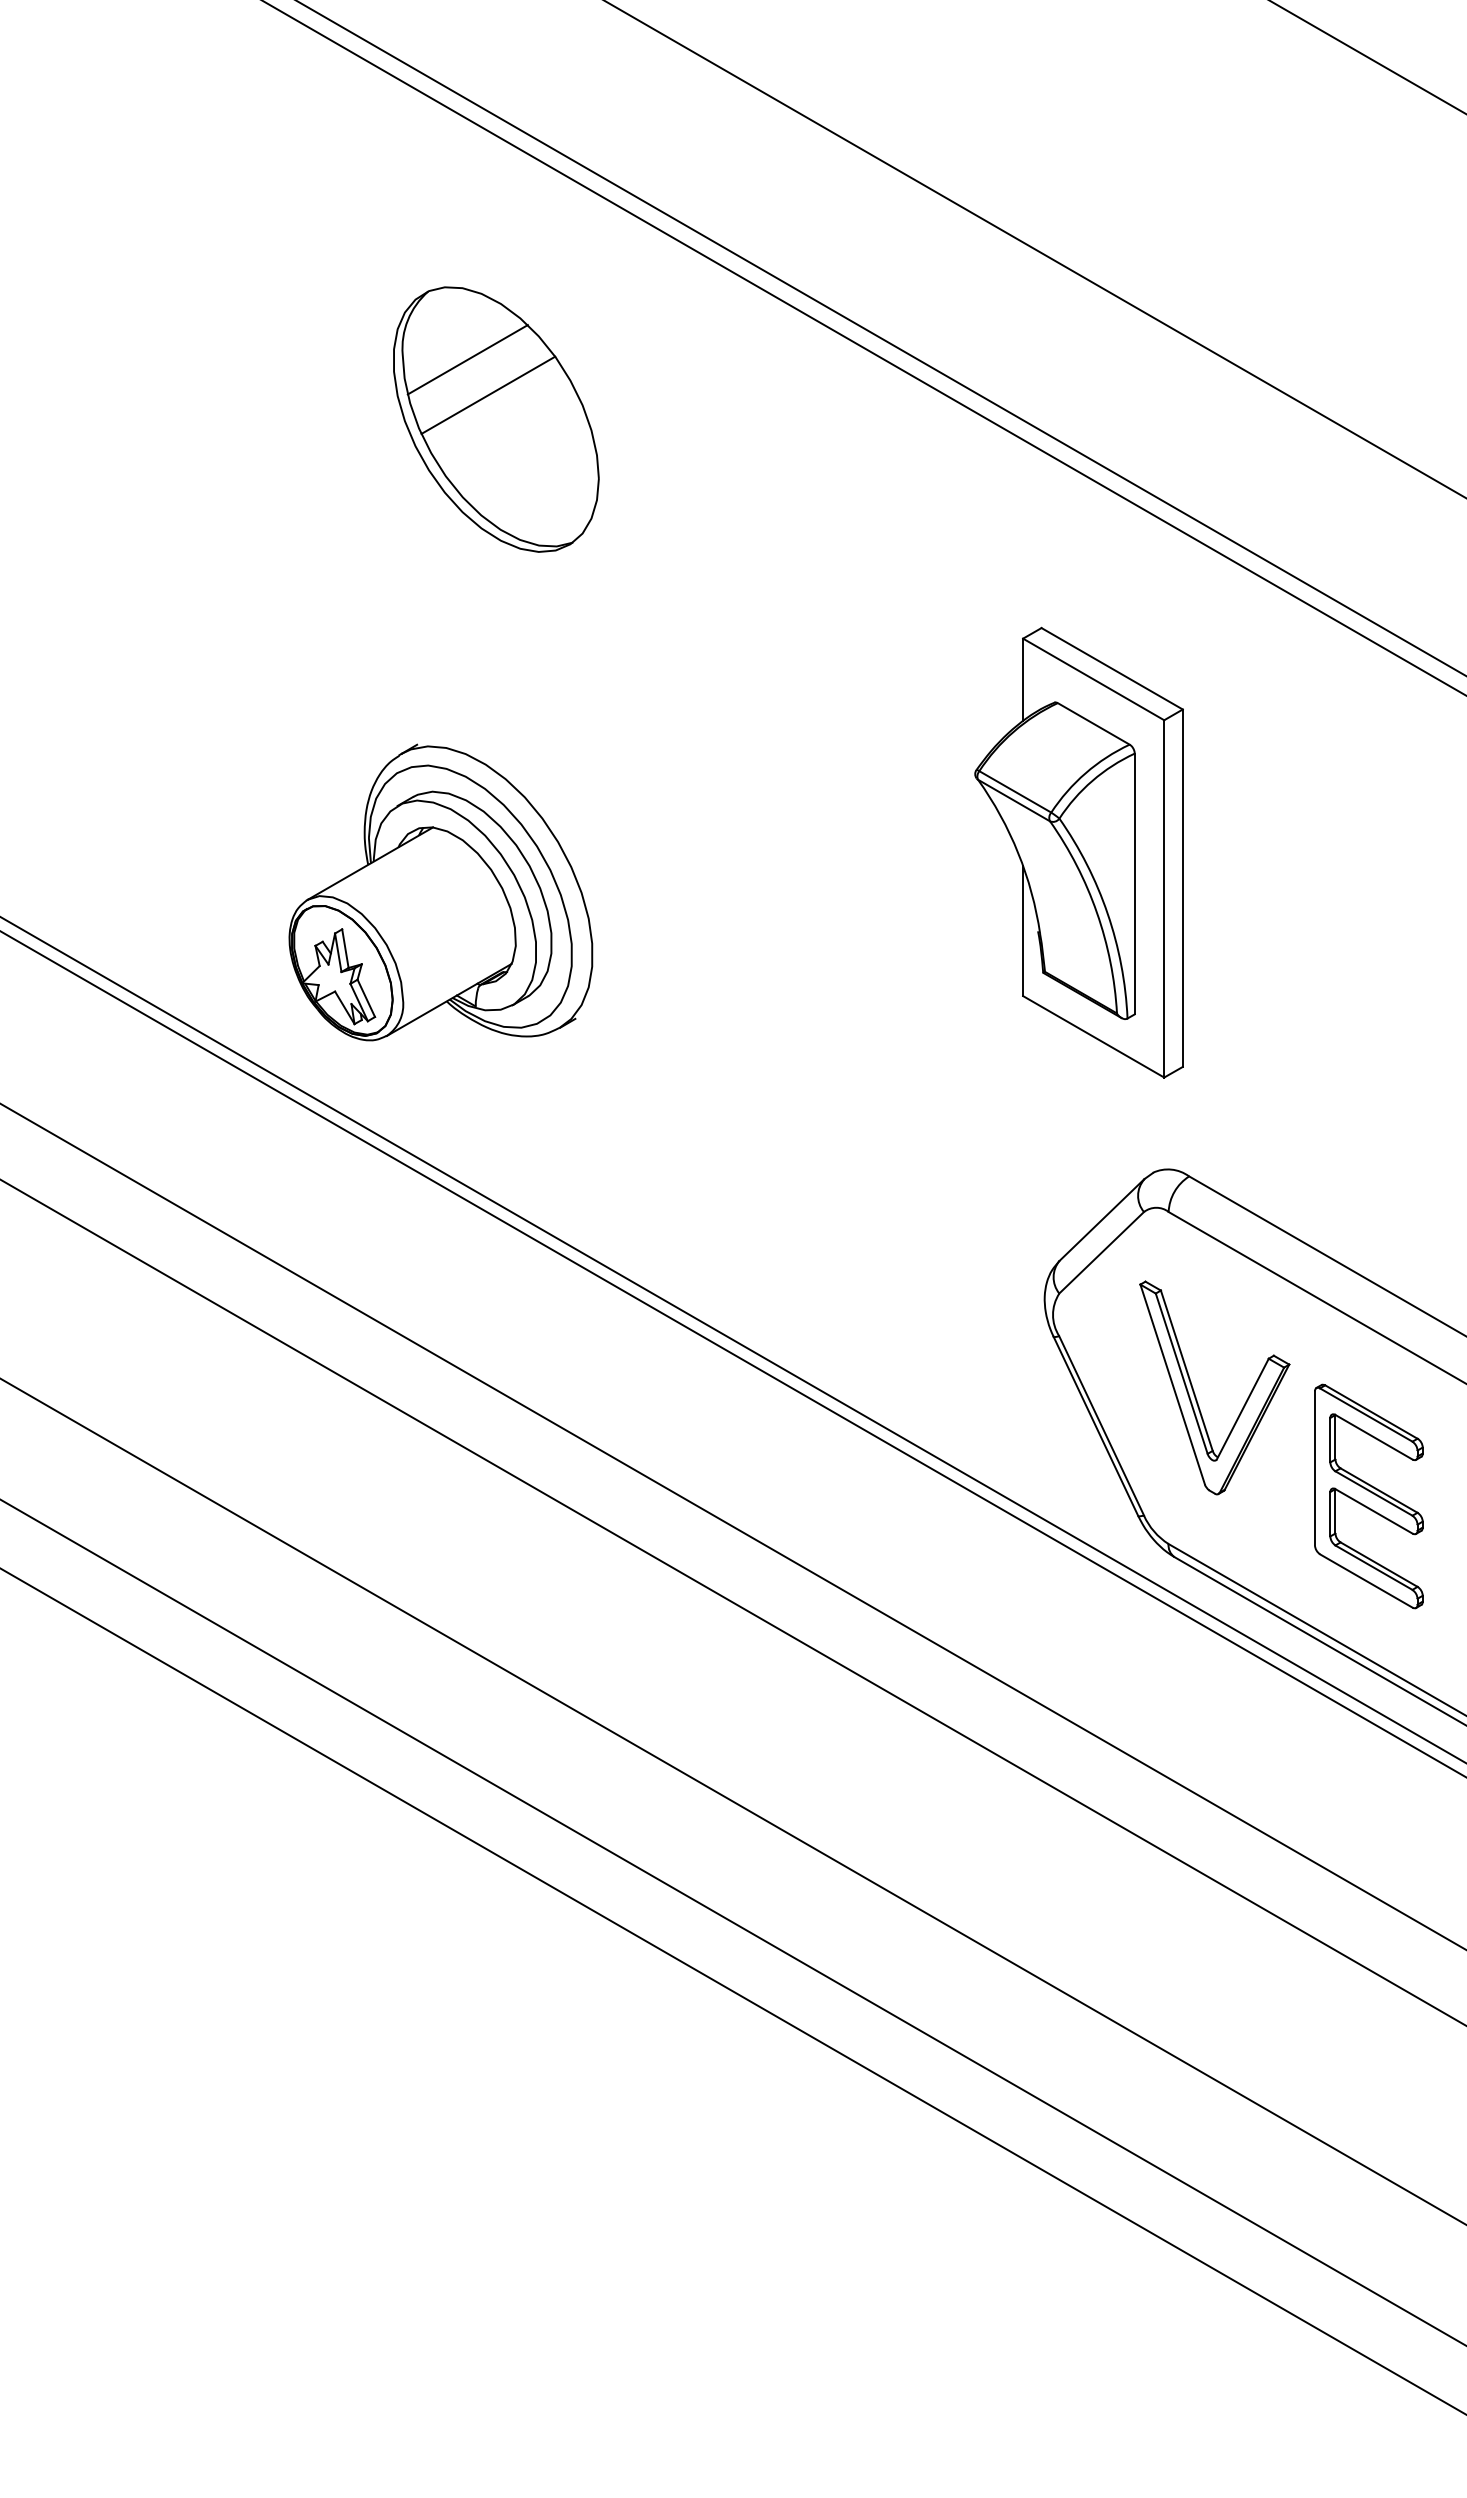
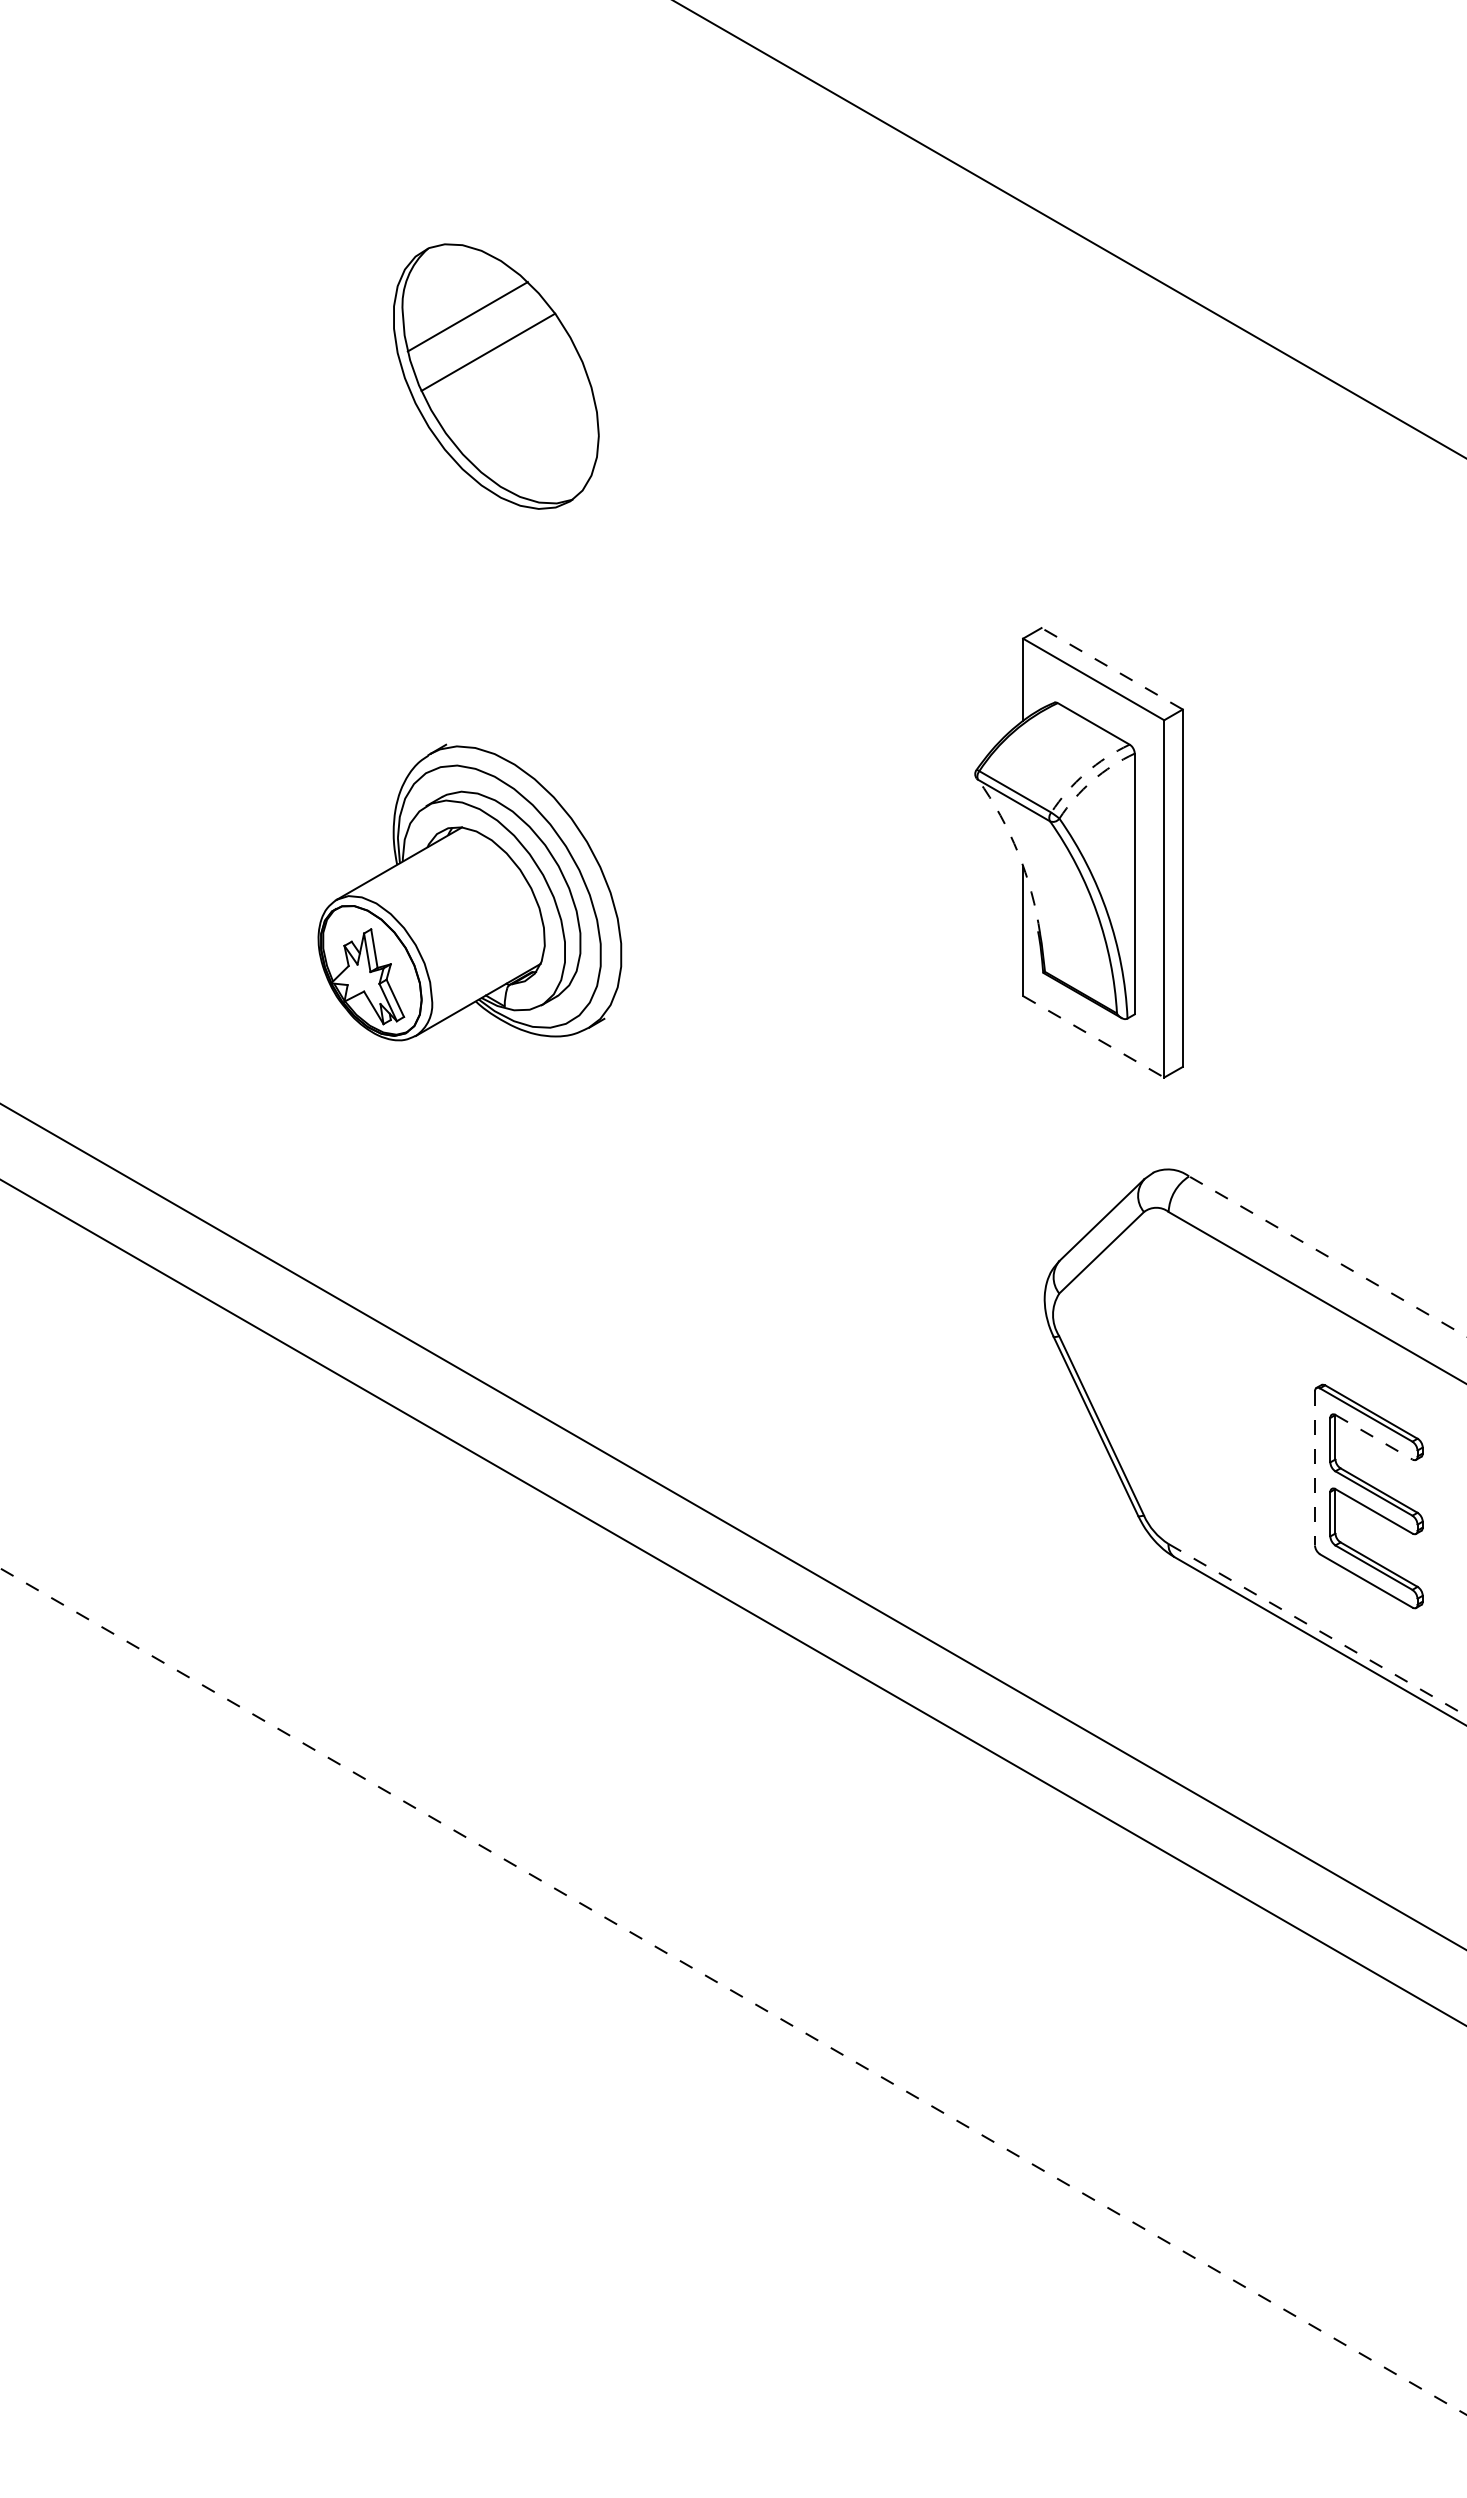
line at (1367, 57): present -> none
line at (1035, 249) position: (1035, 249) -> (1069, 229)
line at (880, 338): present -> none
line at (864, 348): present -> none
part at (496, 419) position: (496, 419) -> (496, 376)
line at (1112, 668): solid -> dashed
arc at (1085, 773): solid -> dashed
arc at (1092, 780): solid -> dashed
arc at (1018, 853): solid -> dashed
part at (440, 892) position: (440, 892) -> (469, 892)
line at (1094, 1037): solid -> dashed
line at (1327, 1256): solid -> dashed
line at (732, 1339): present -> none
line at (732, 1353): present -> none
part at (1195, 1393): present -> none
line at (1373, 1437): solid -> dashed
line at (1314, 1468): solid -> dashed
line at (1317, 1629): solid -> dashed
line at (732, 1801): present -> none
line at (732, 1922): present -> none
line at (733, 1991): solid -> dashed
